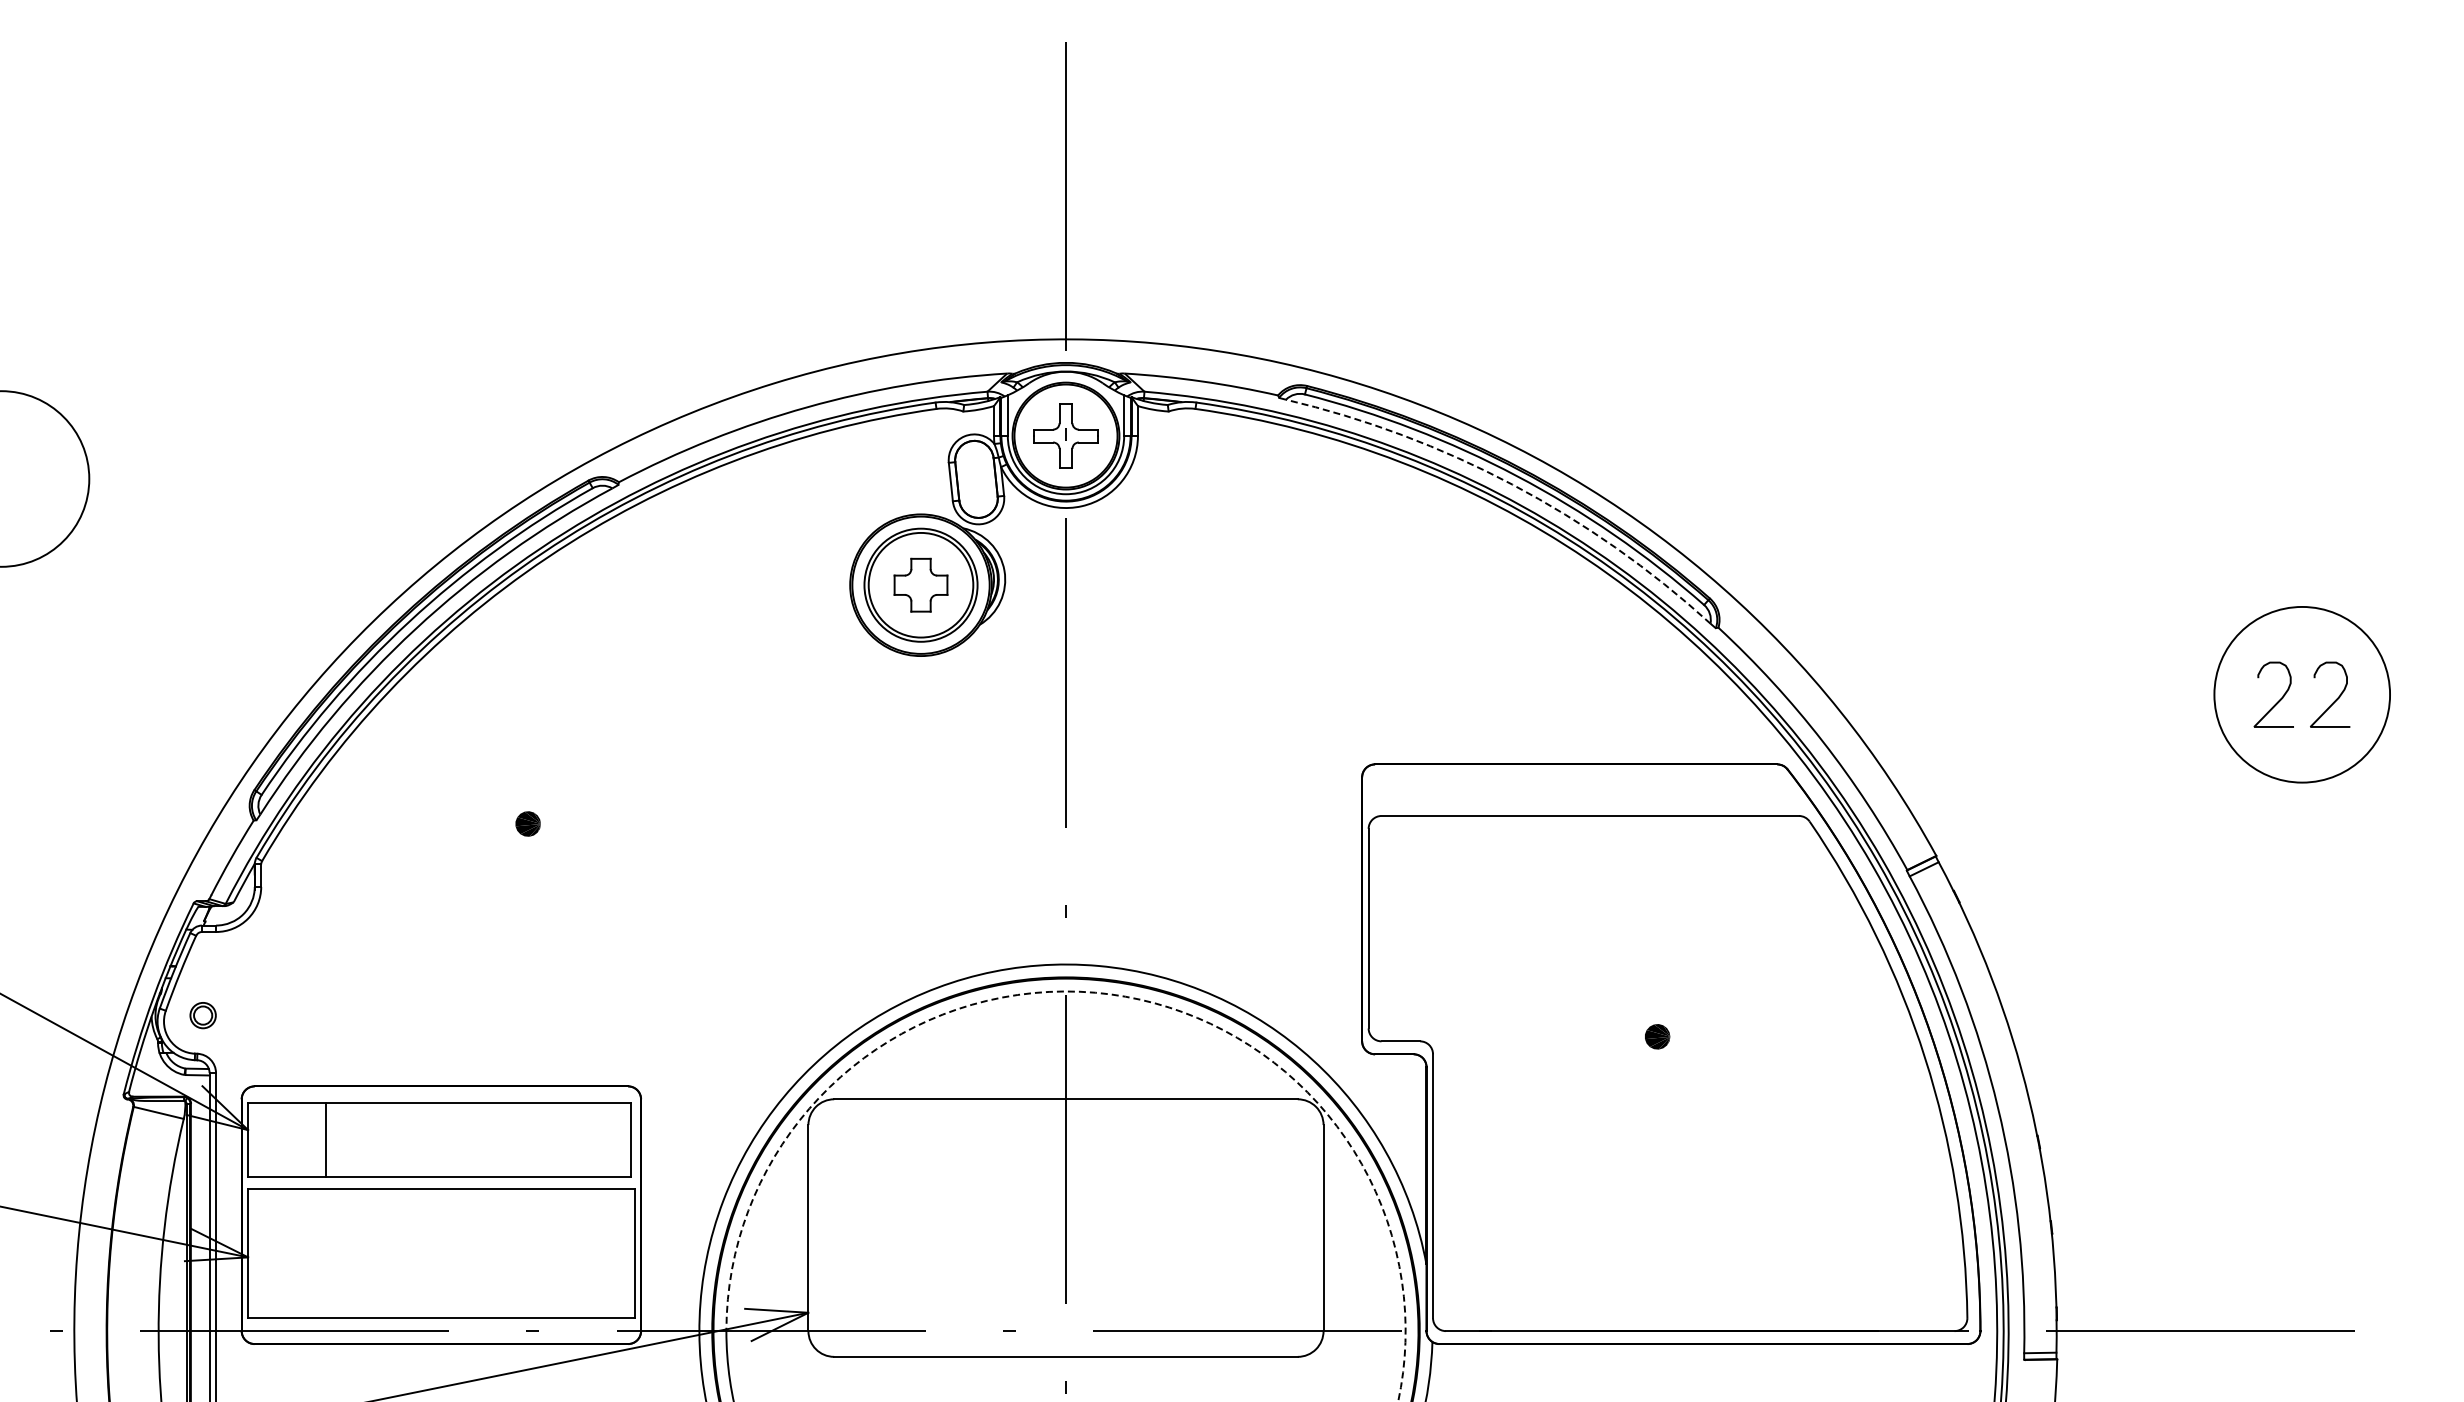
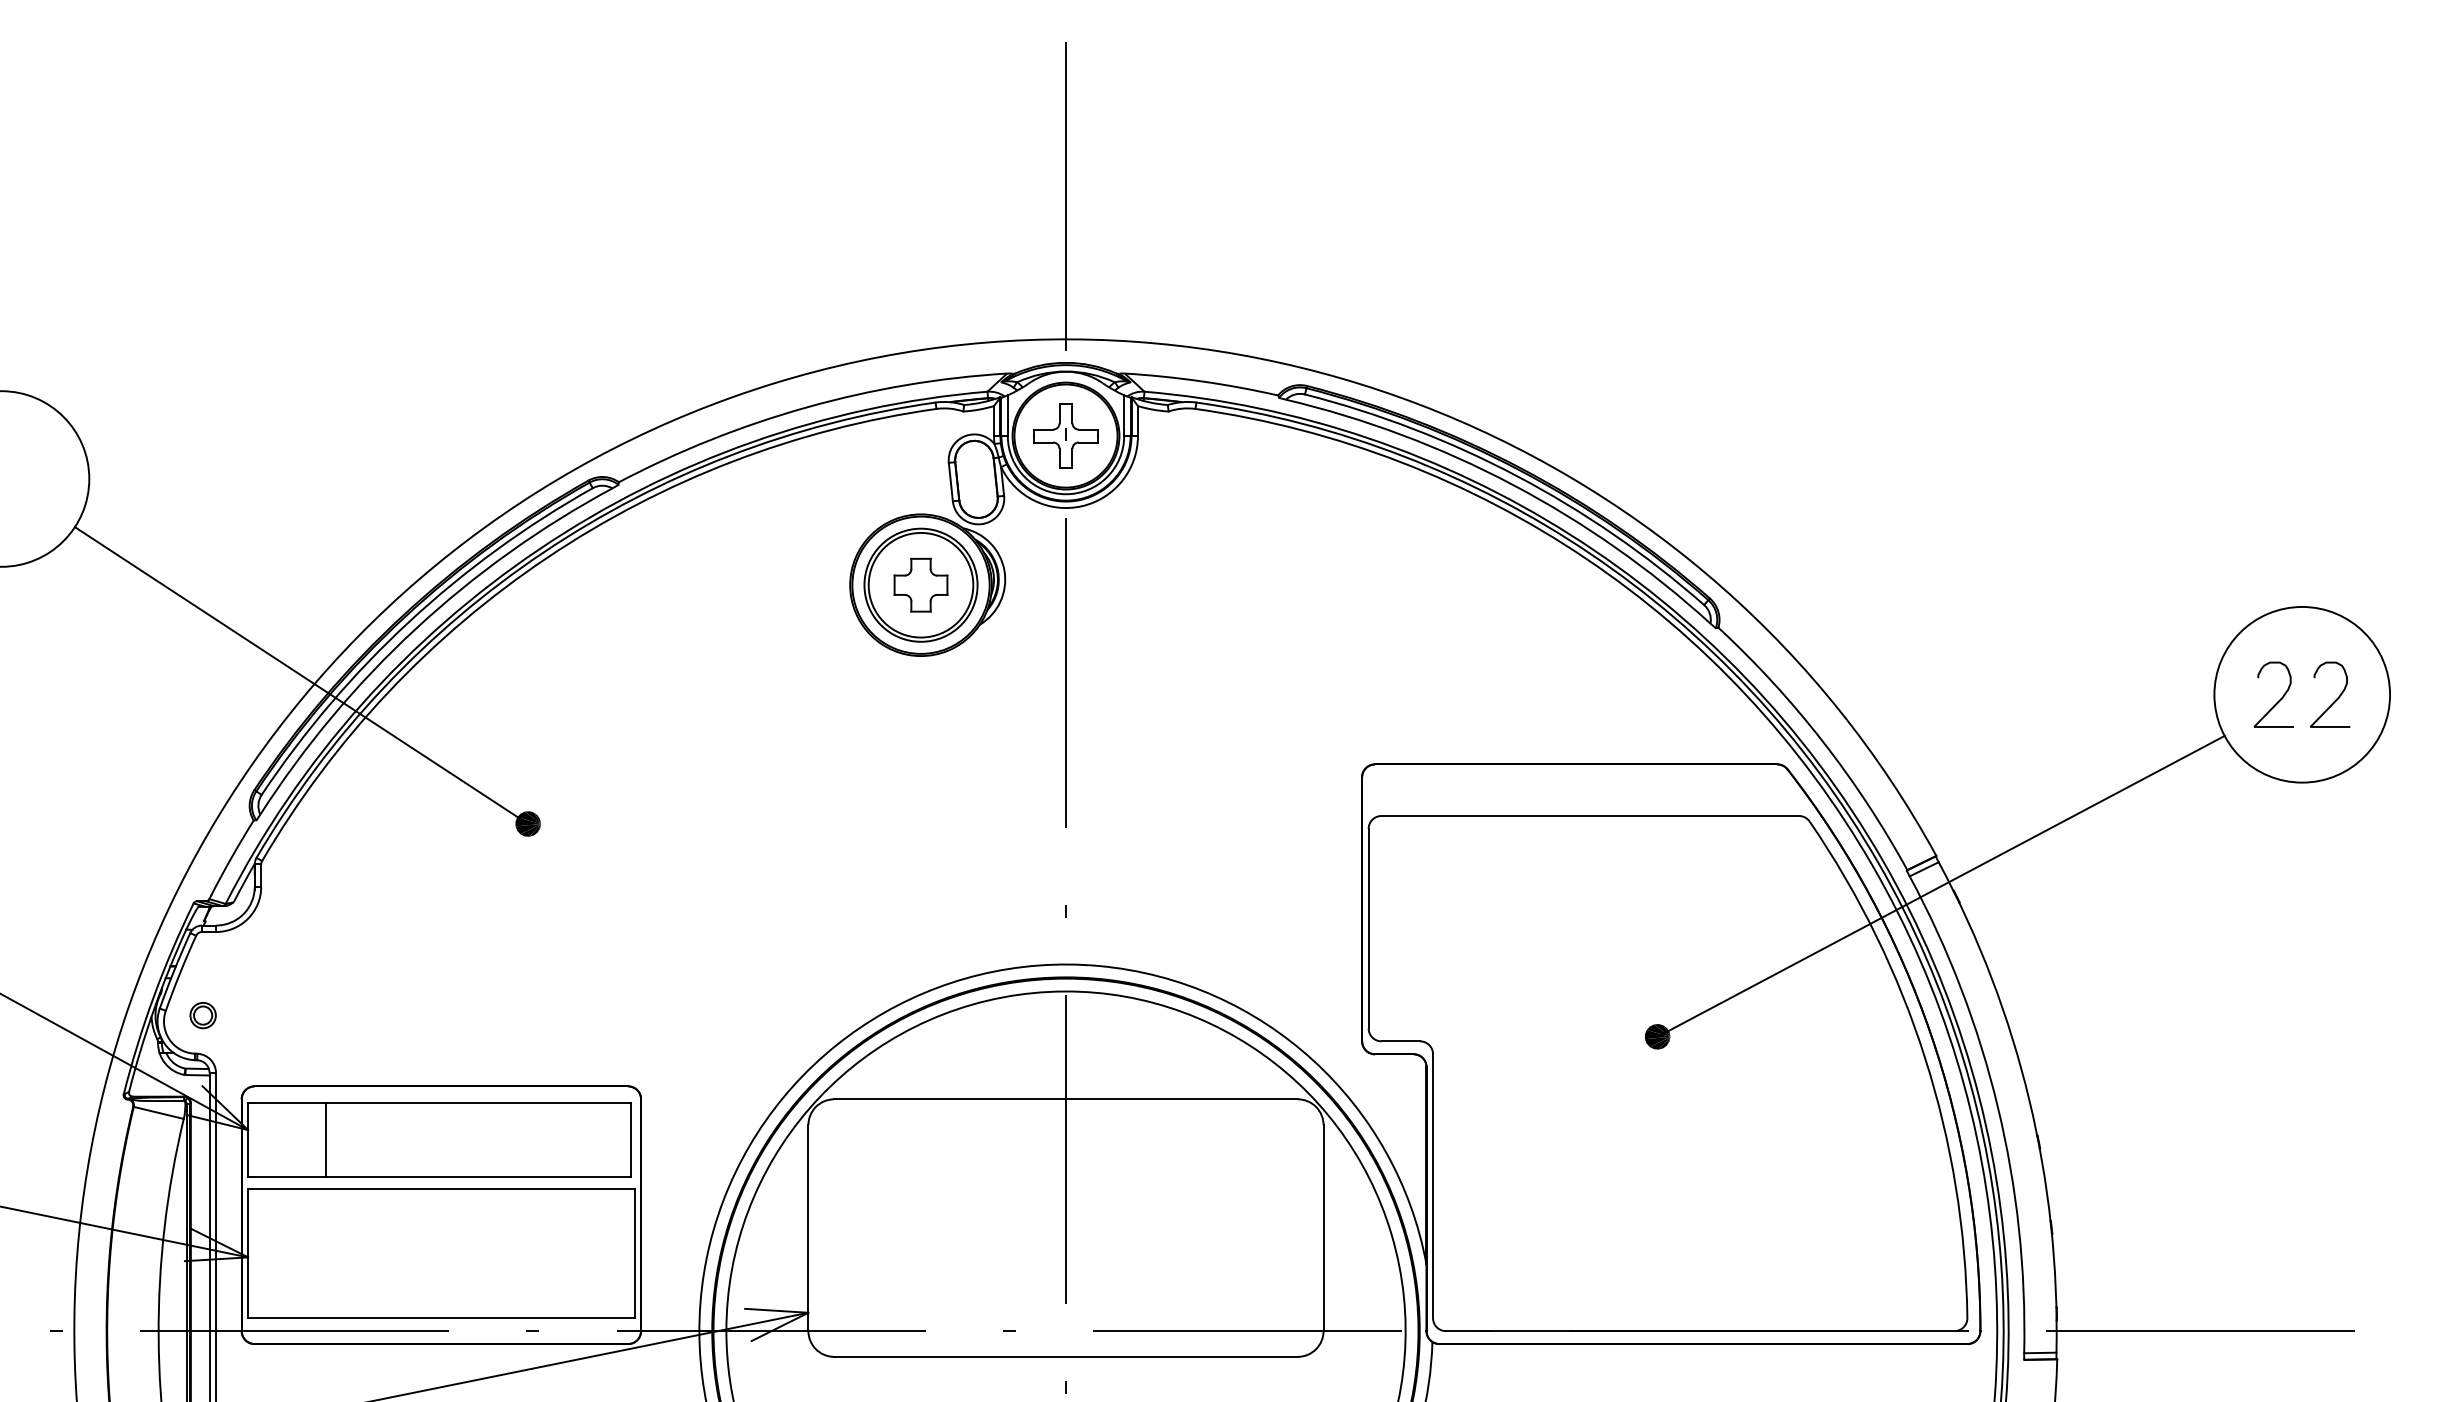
arc at (1512, 484): dashed -> solid
line at (301, 675): none -> present
line at (1940, 885): none -> present
arc at (1100, 993): dashed -> solid
